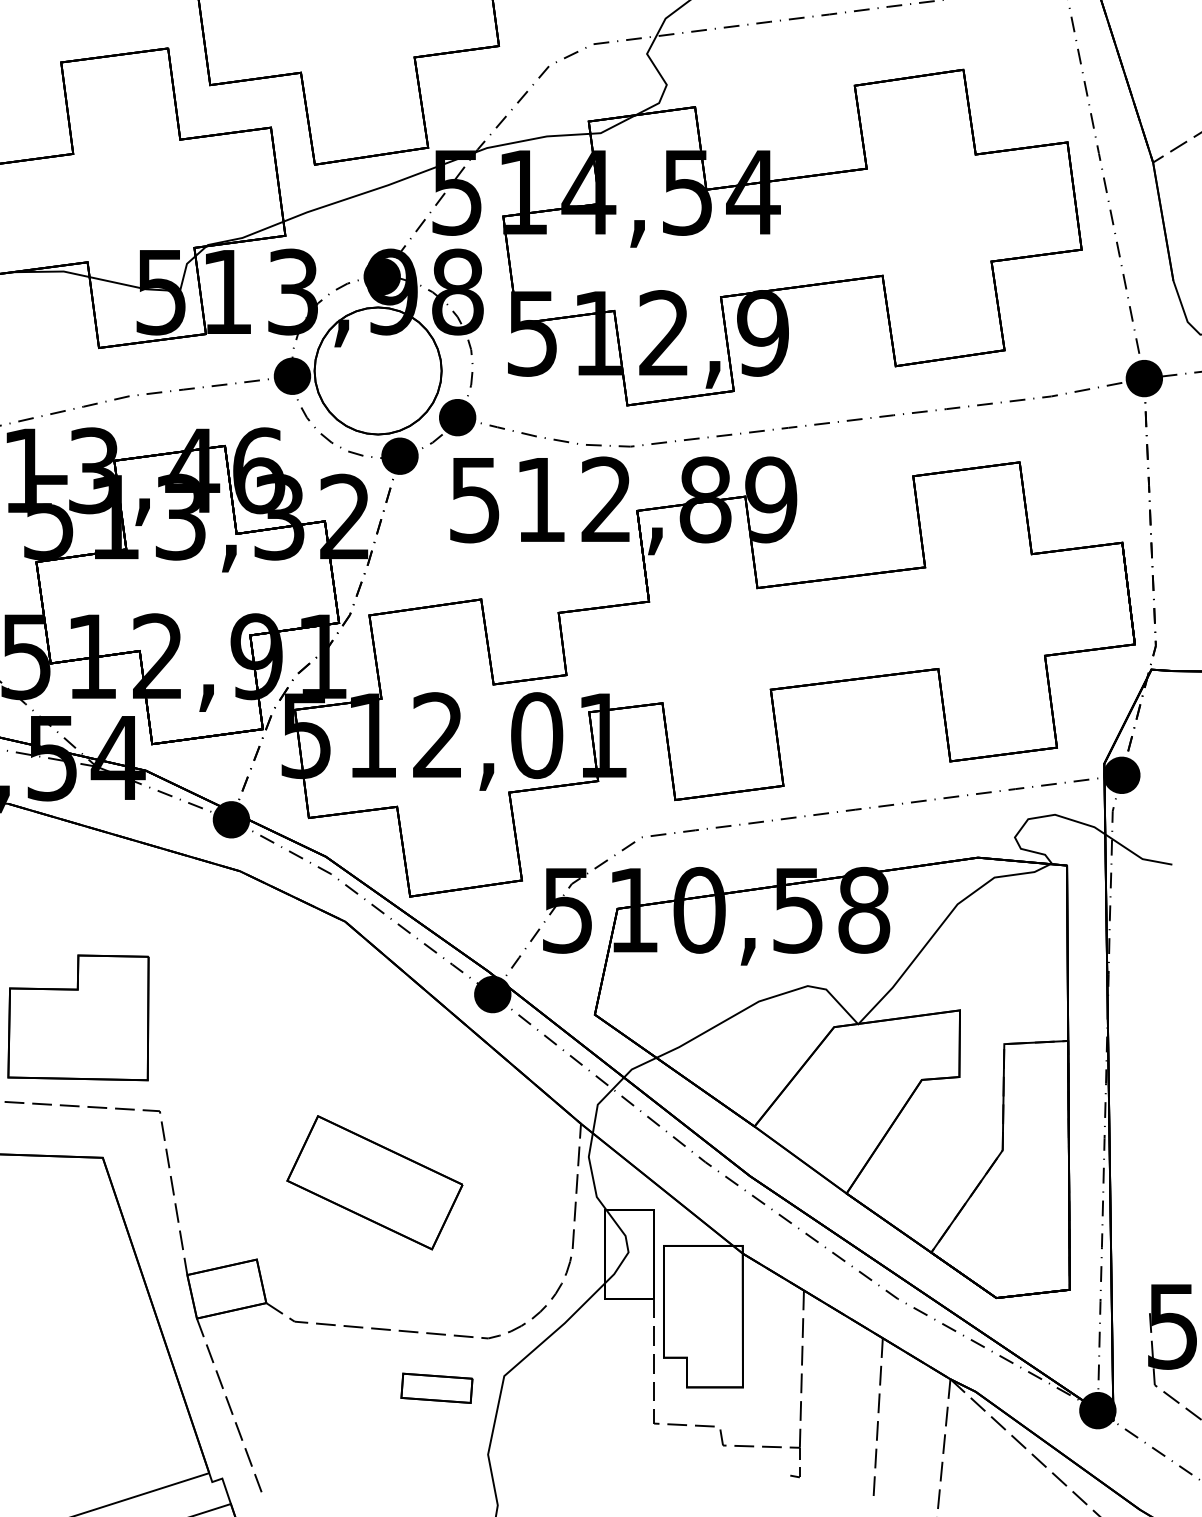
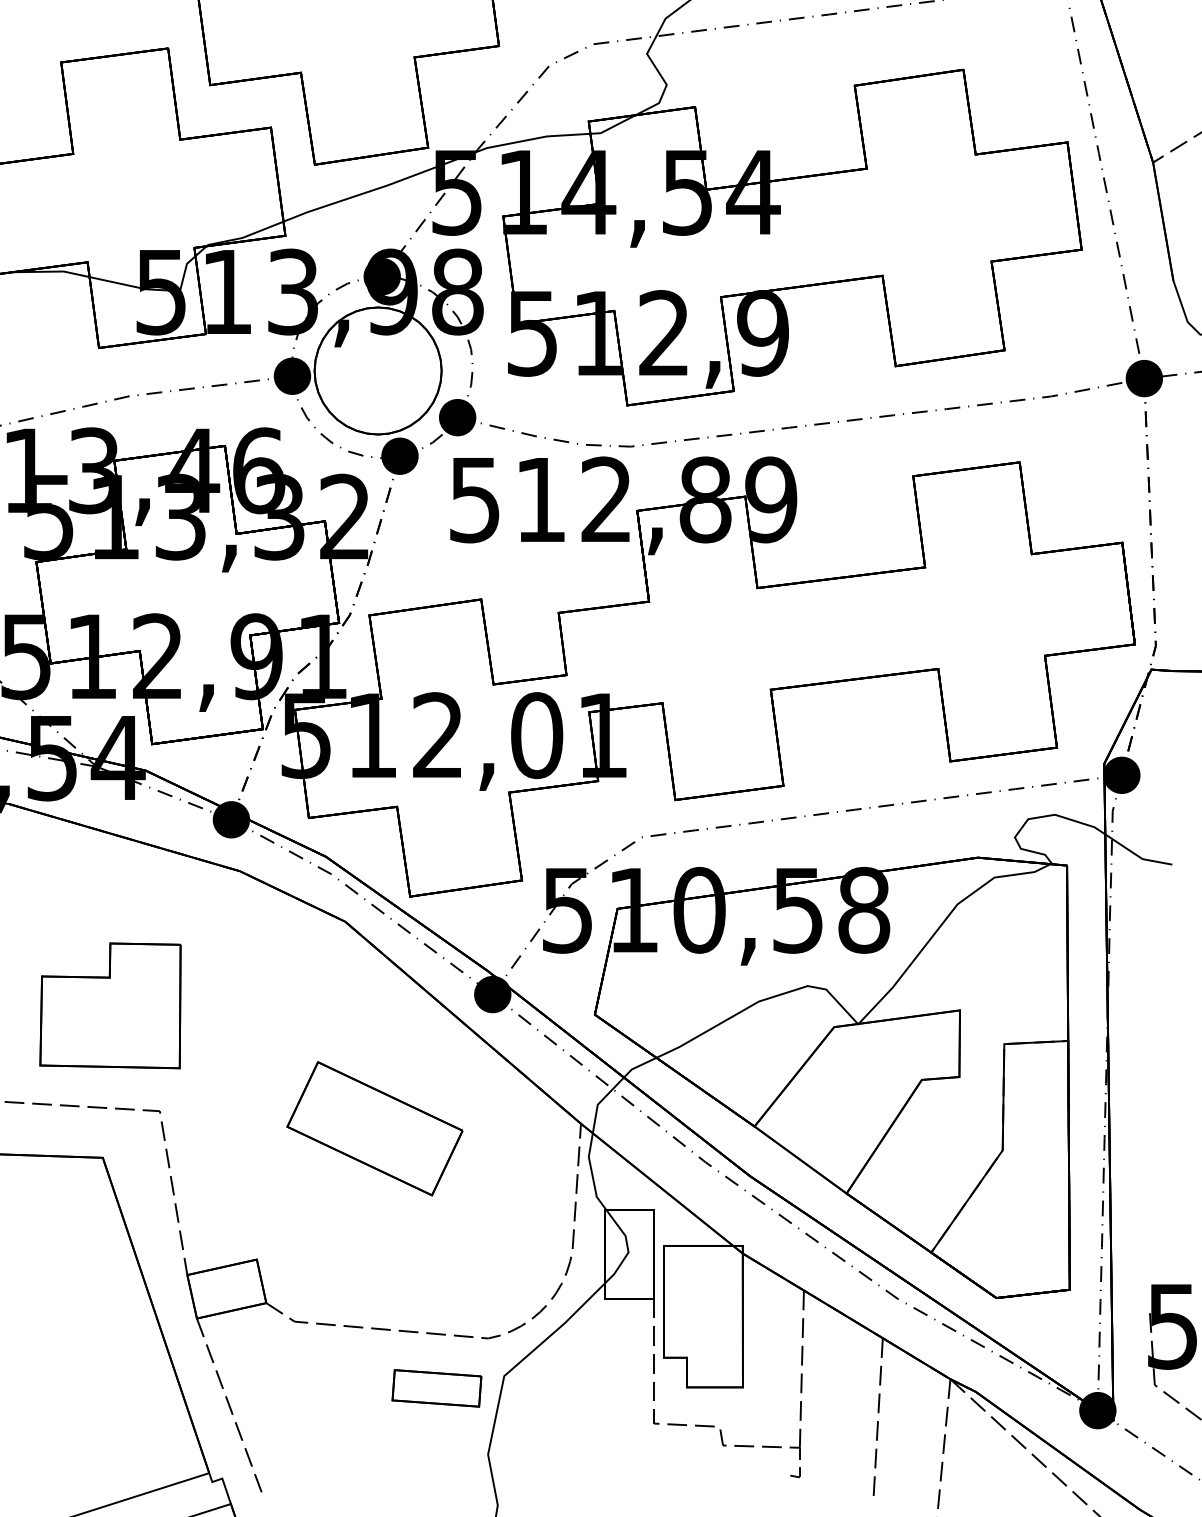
part at (78, 1017) position: (78, 1017) -> (110, 1005)
part at (374, 1182) position: (374, 1182) -> (374, 1128)
part at (436, 1387) size: 74x32 px -> 92x39 px
